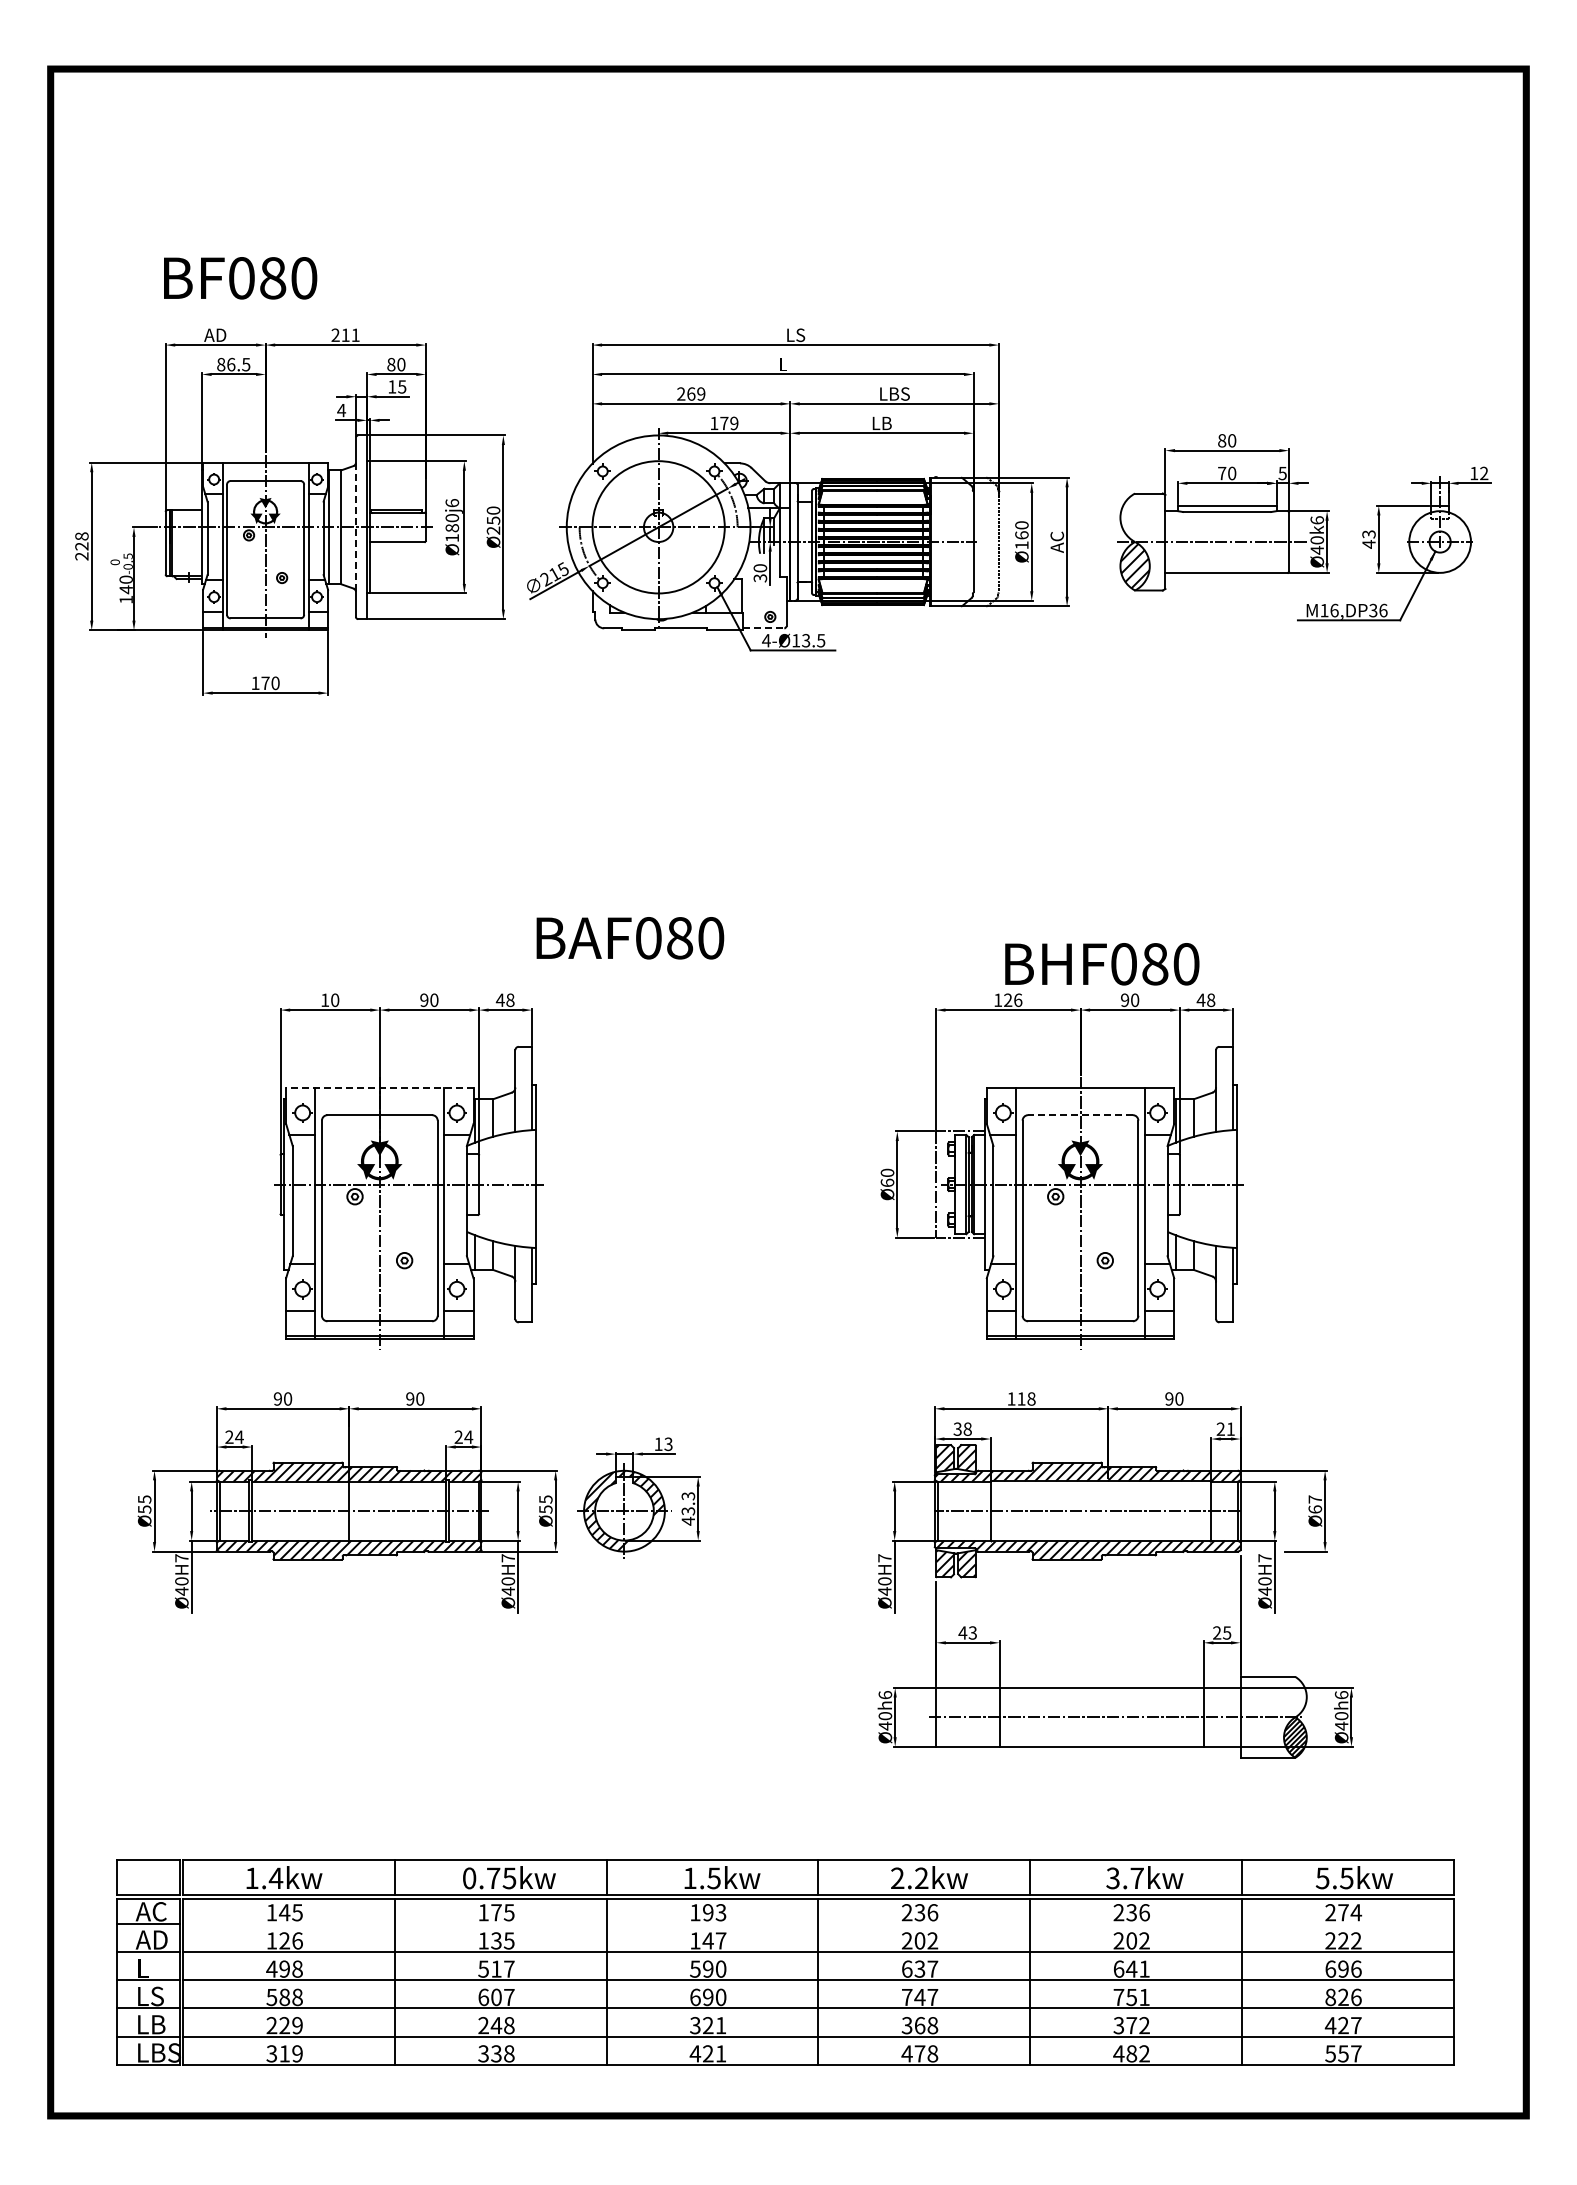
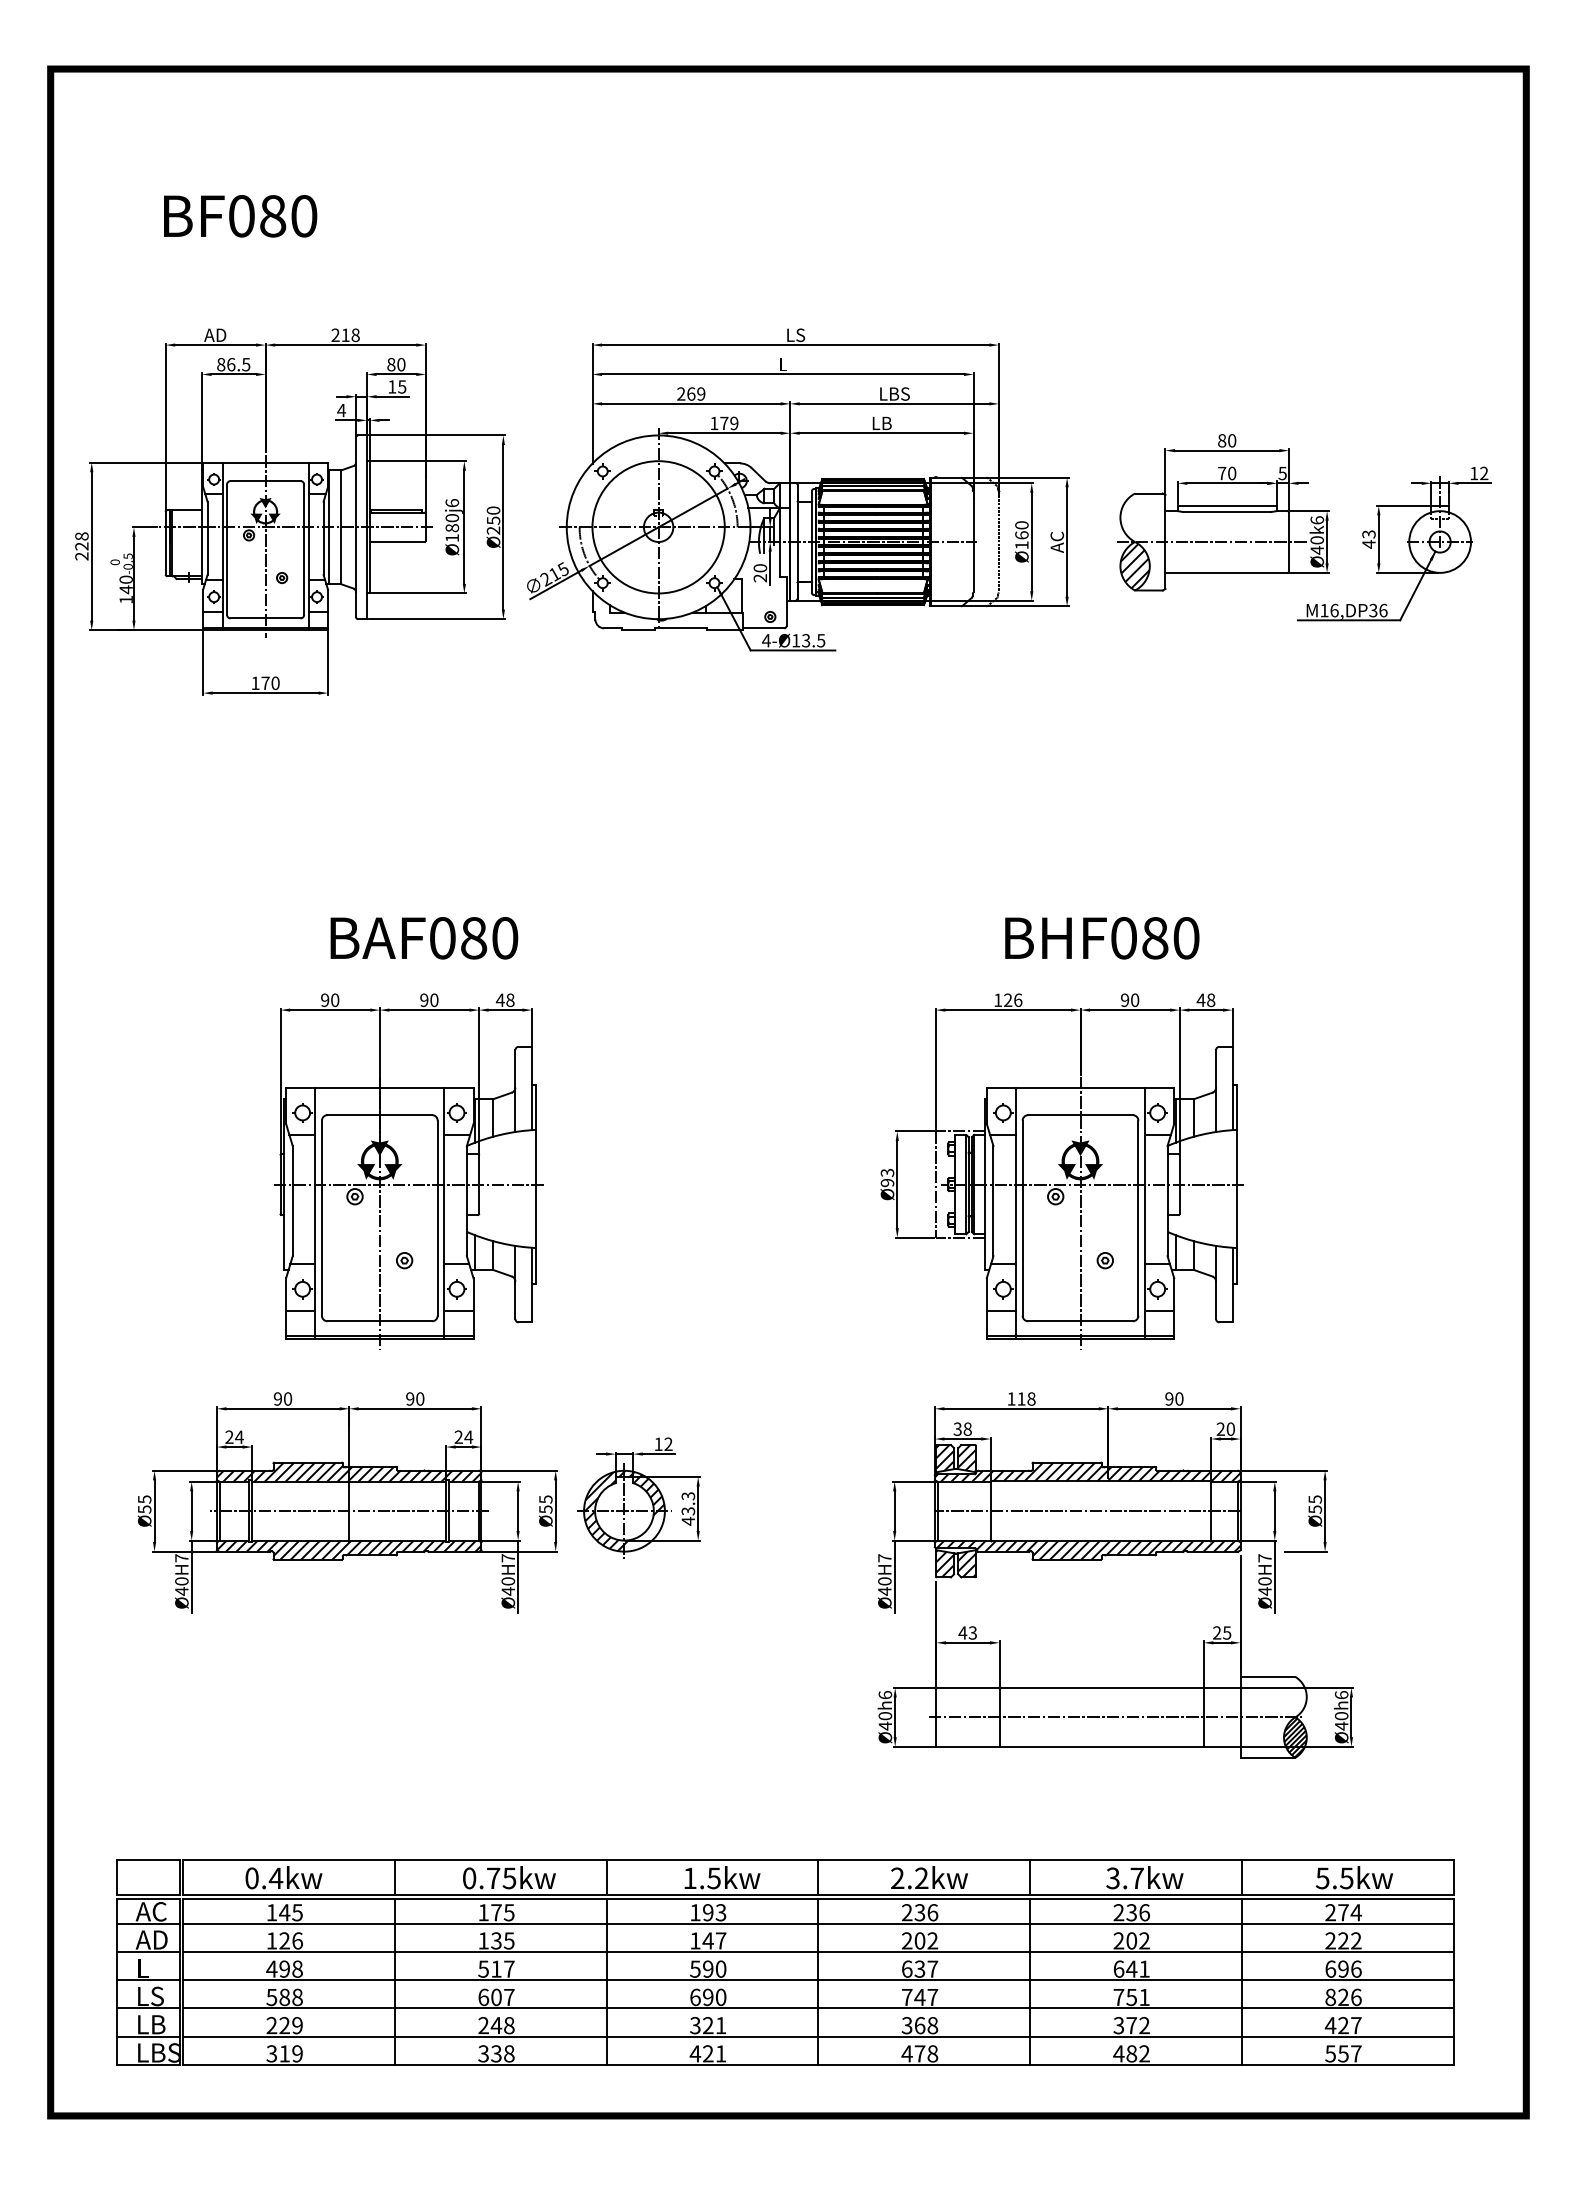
text at (240, 278) position: (240, 278) -> (240, 216)
text at (355, 335): 211 -> 218
line at (355, 527): dashed -> solid
text at (760, 578): 30 -> 20
line at (763, 628): dashed -> solid
text at (630, 938) position: (630, 938) -> (424, 938)
text at (1102, 964) position: (1102, 964) -> (1102, 938)
text at (325, 1000): 10 -> 90
line at (379, 1087): dashed -> solid
line at (1080, 1115): dashed -> solid
text at (887, 1177): Ø60 -> Ø93
text at (1230, 1428): 21 -> 20
text at (668, 1444): 13 -> 12
text at (1315, 1504): Ø67 -> Ø55
text at (251, 1878): 1.4kw -> 0.4kw
line at (818, 1923): none -> present
